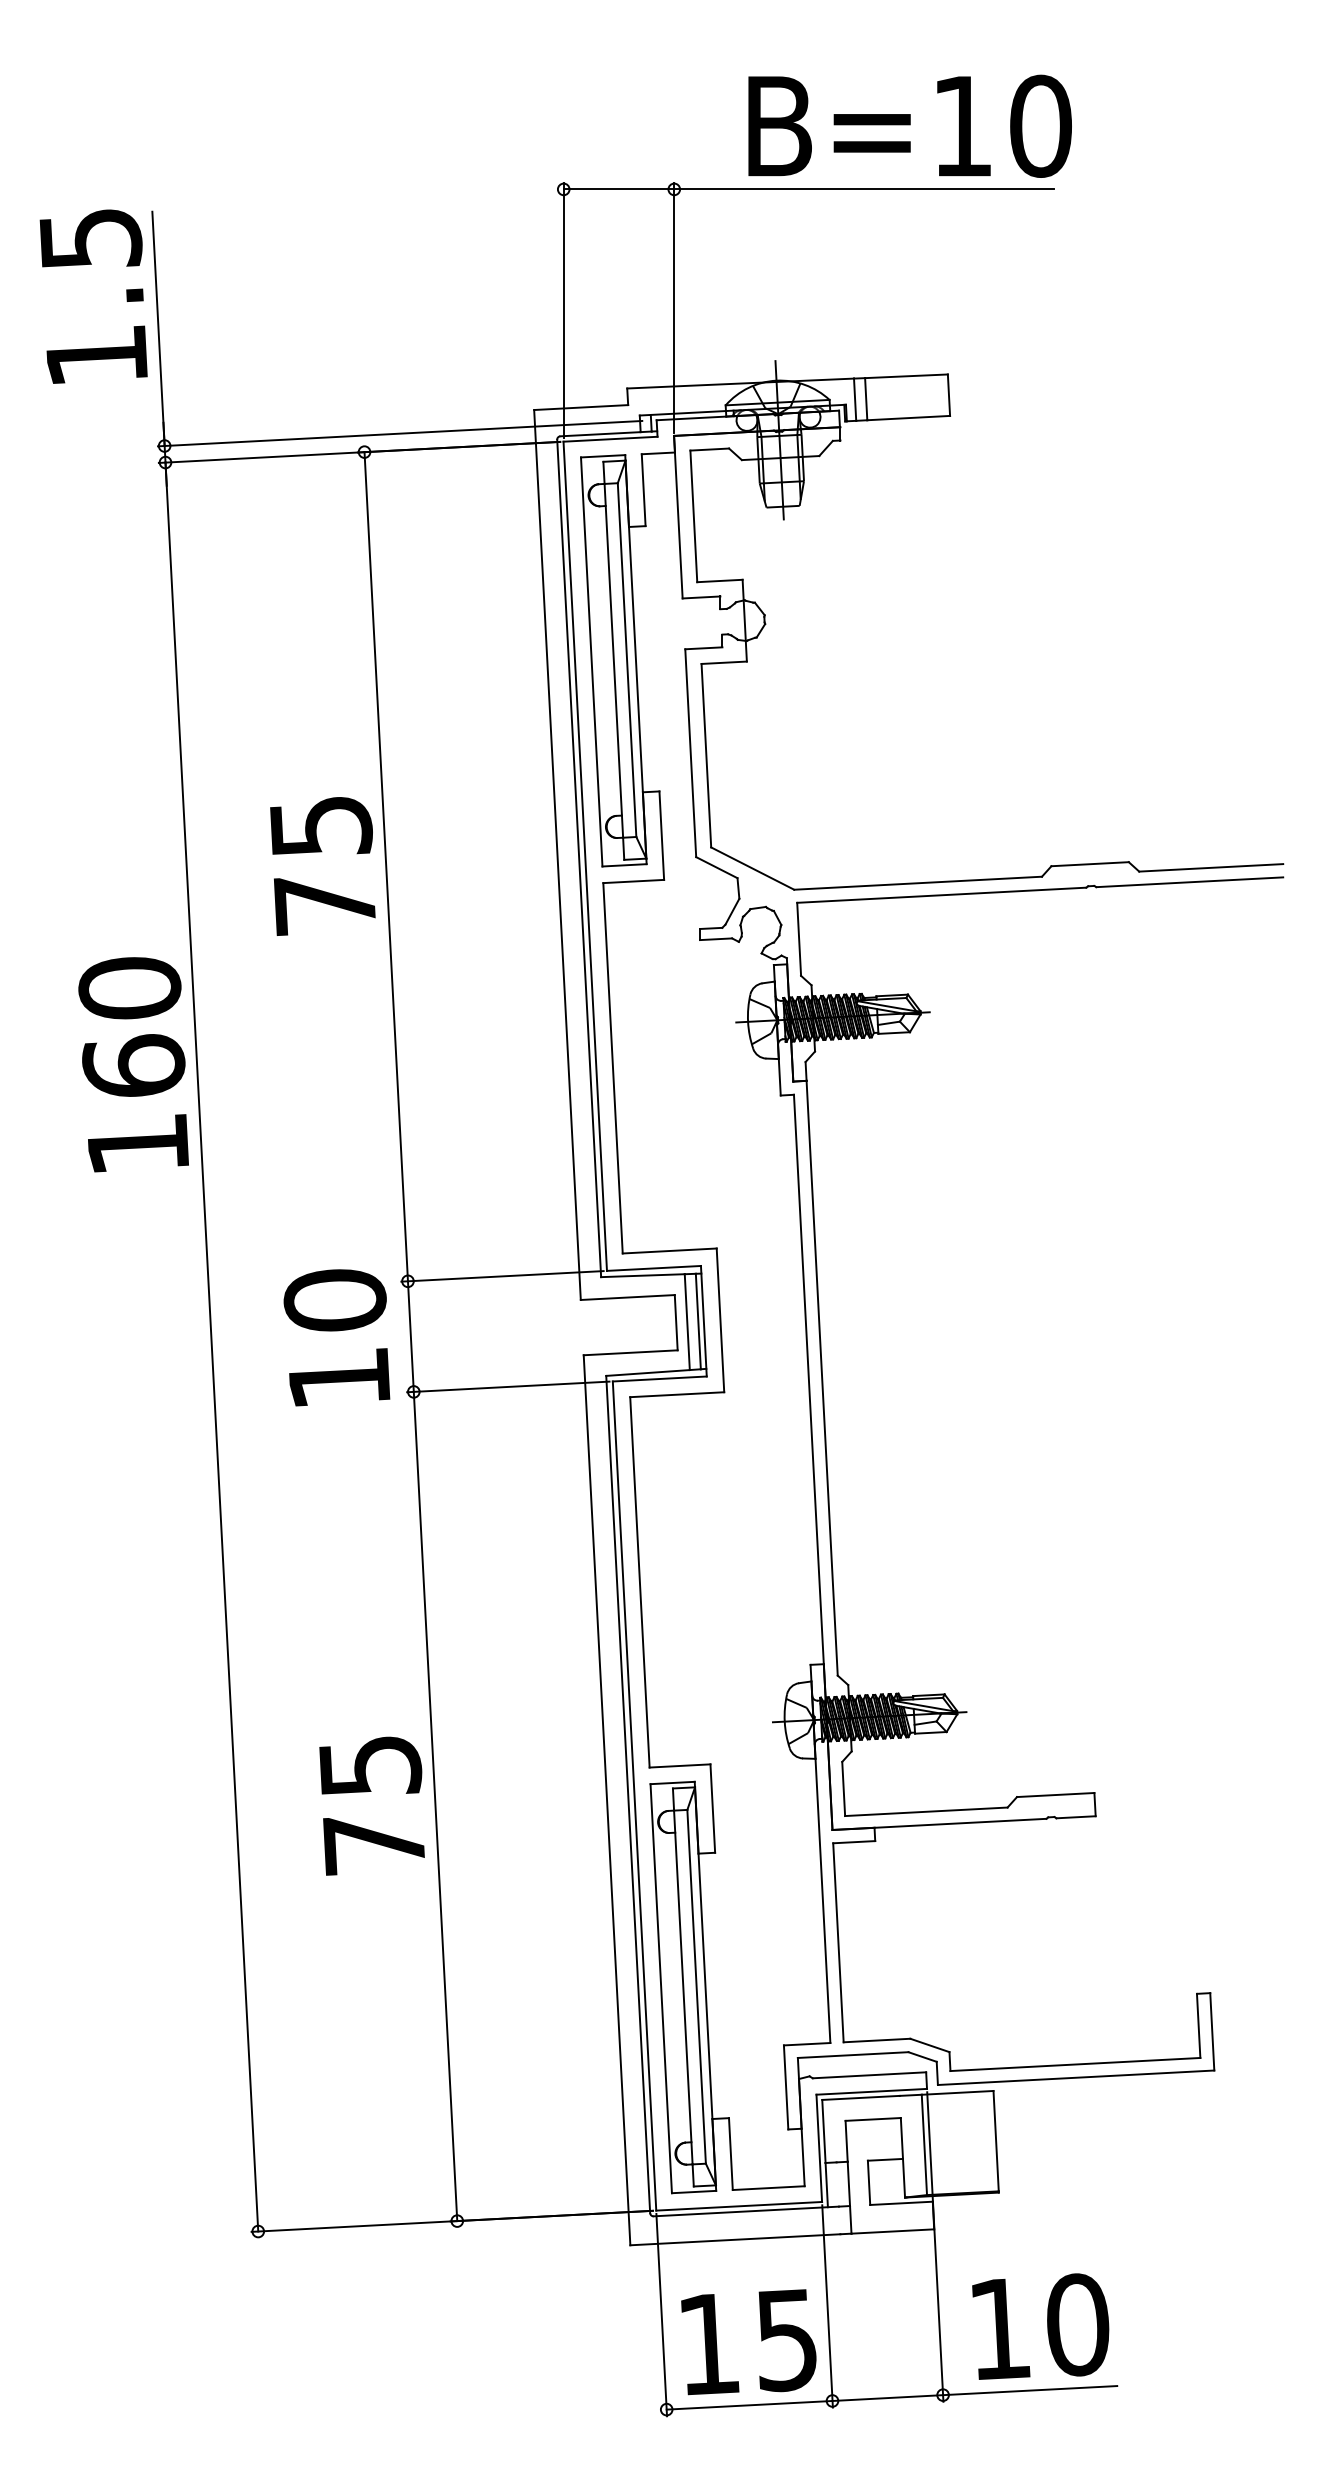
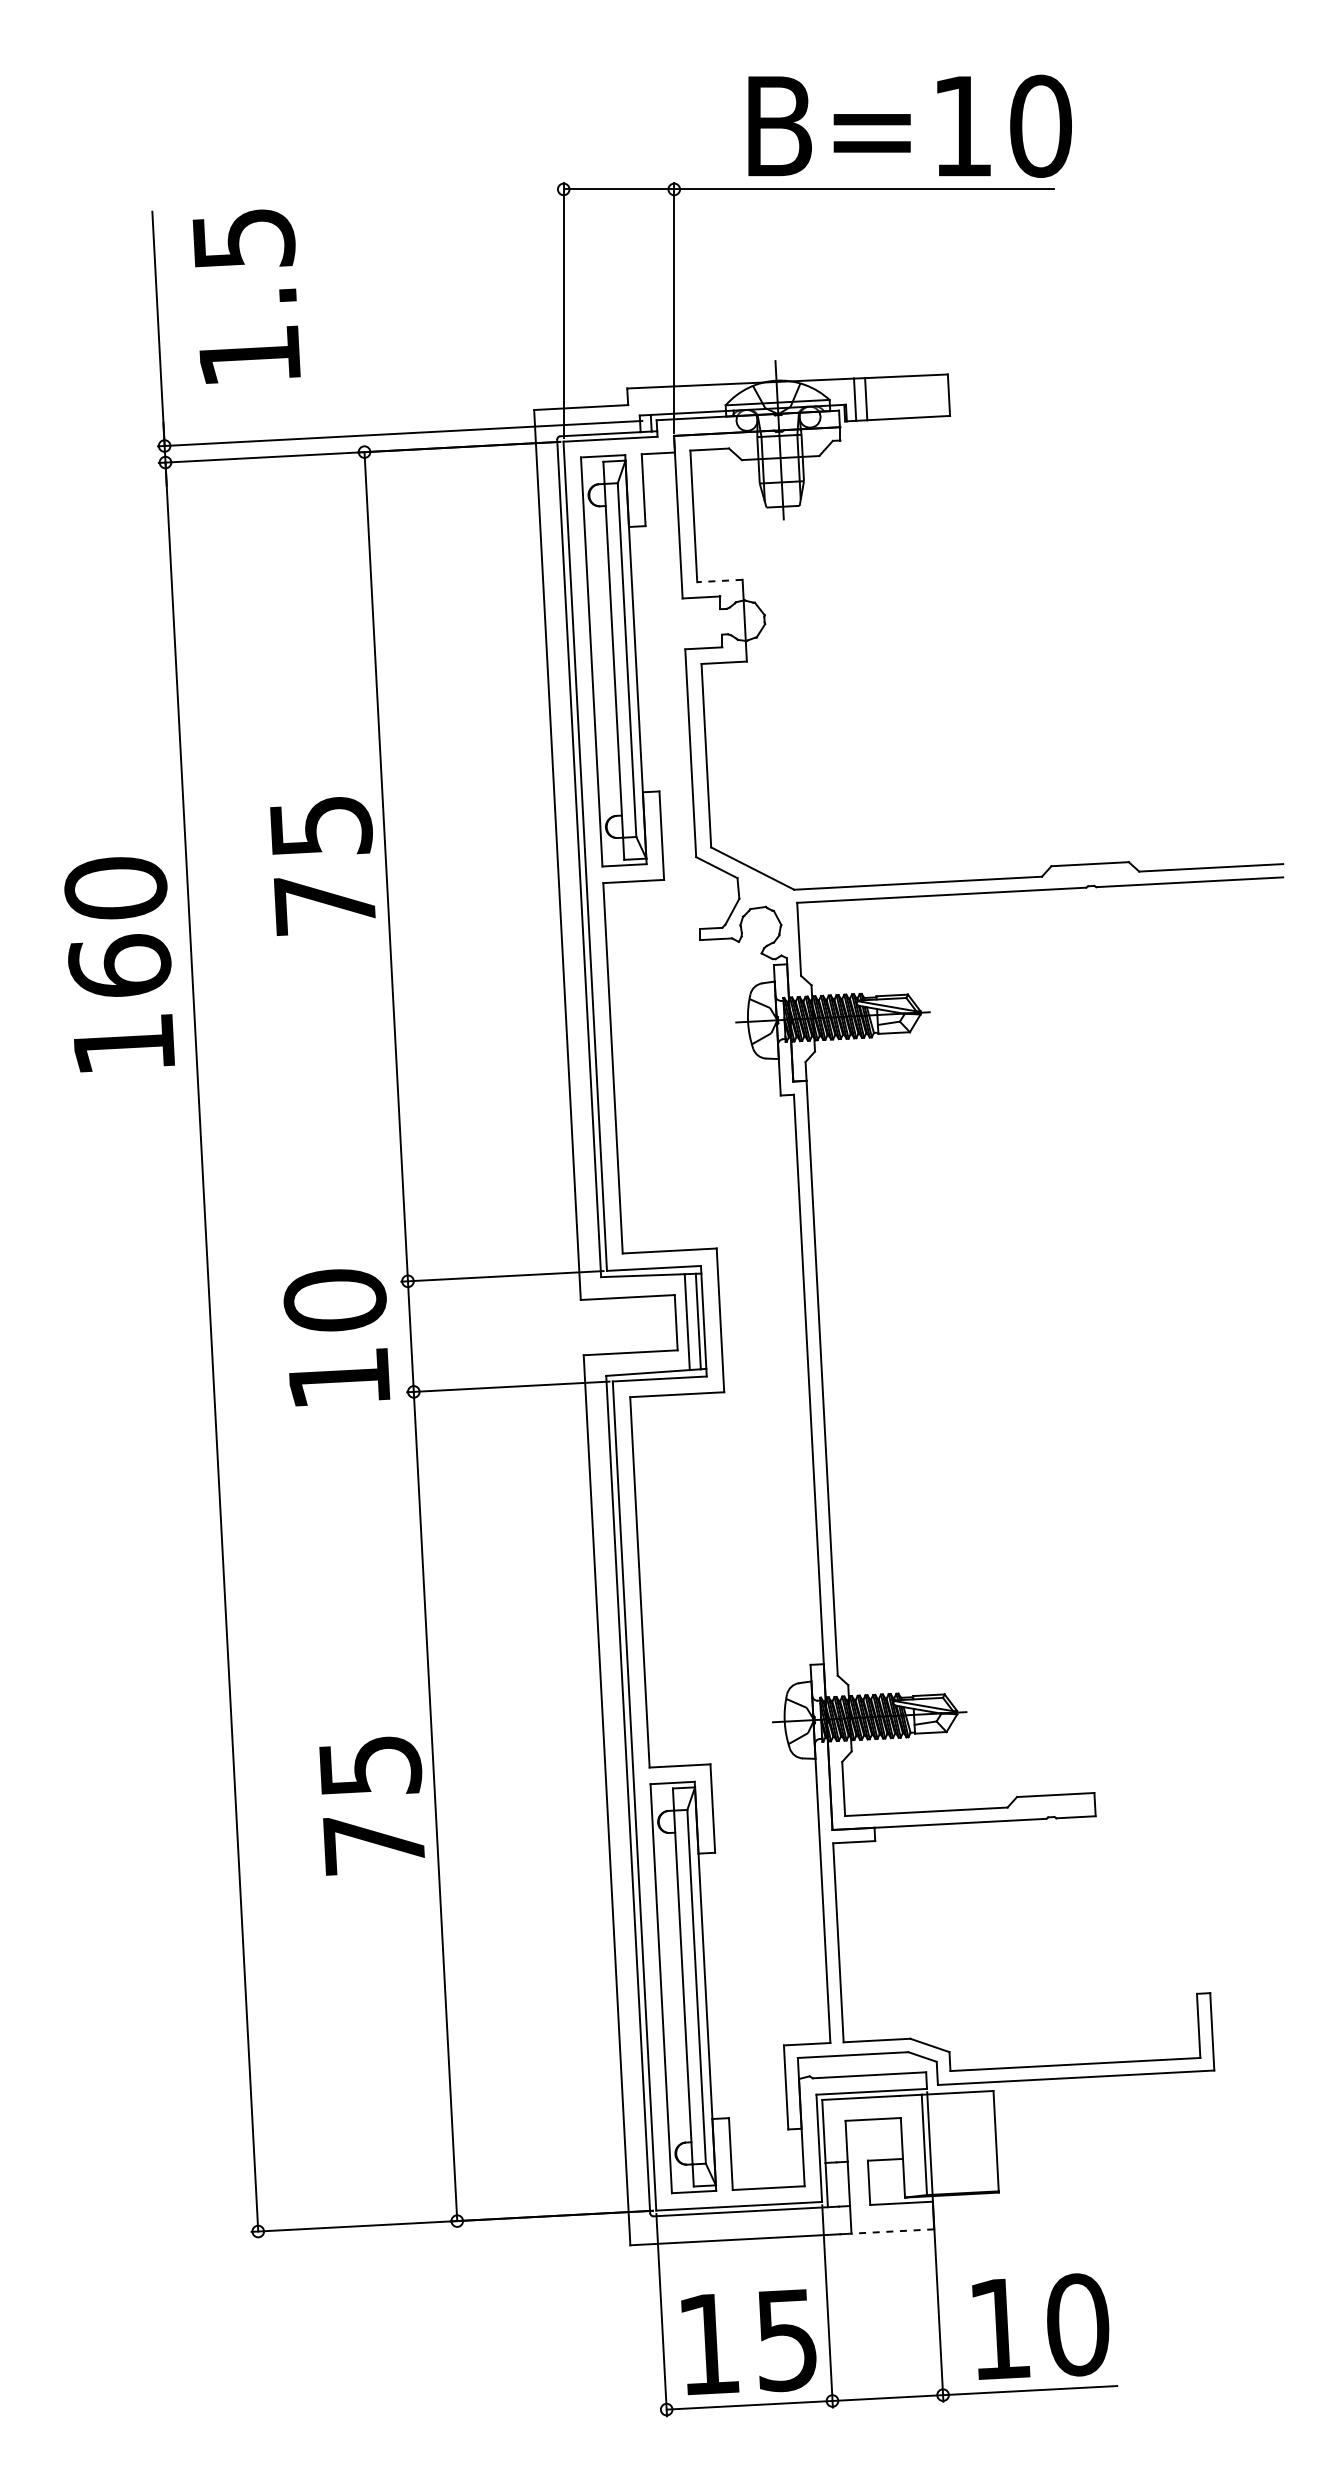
text at (93, 296) position: (93, 296) -> (246, 296)
line at (719, 581): solid -> dashed
text at (133, 1064) position: (133, 1064) -> (119, 964)
line at (892, 2231): solid -> dashed
